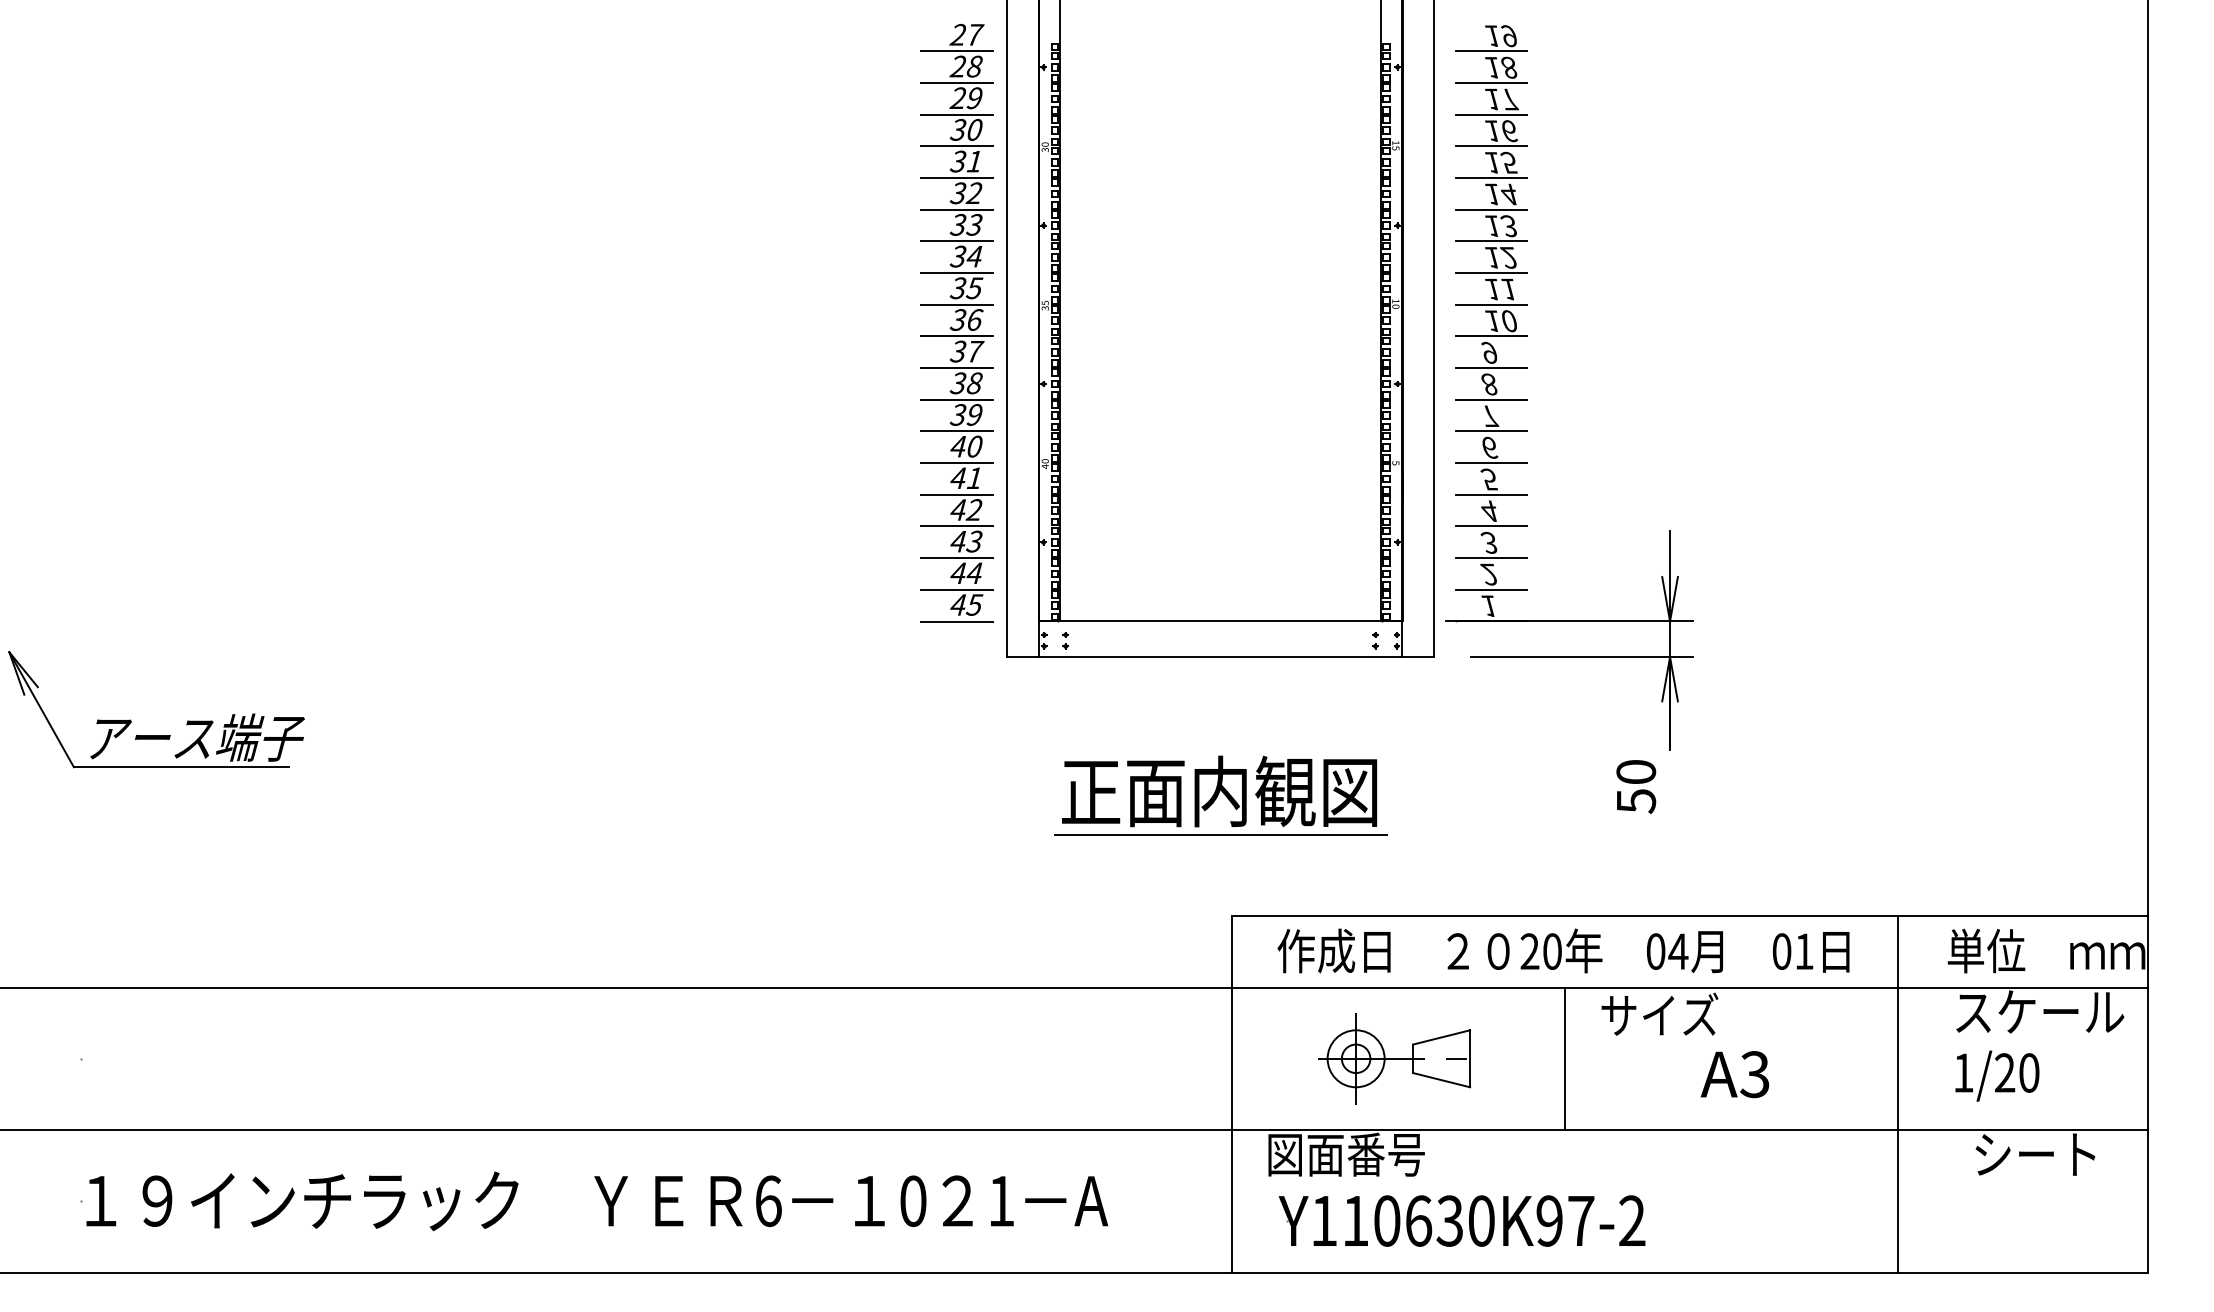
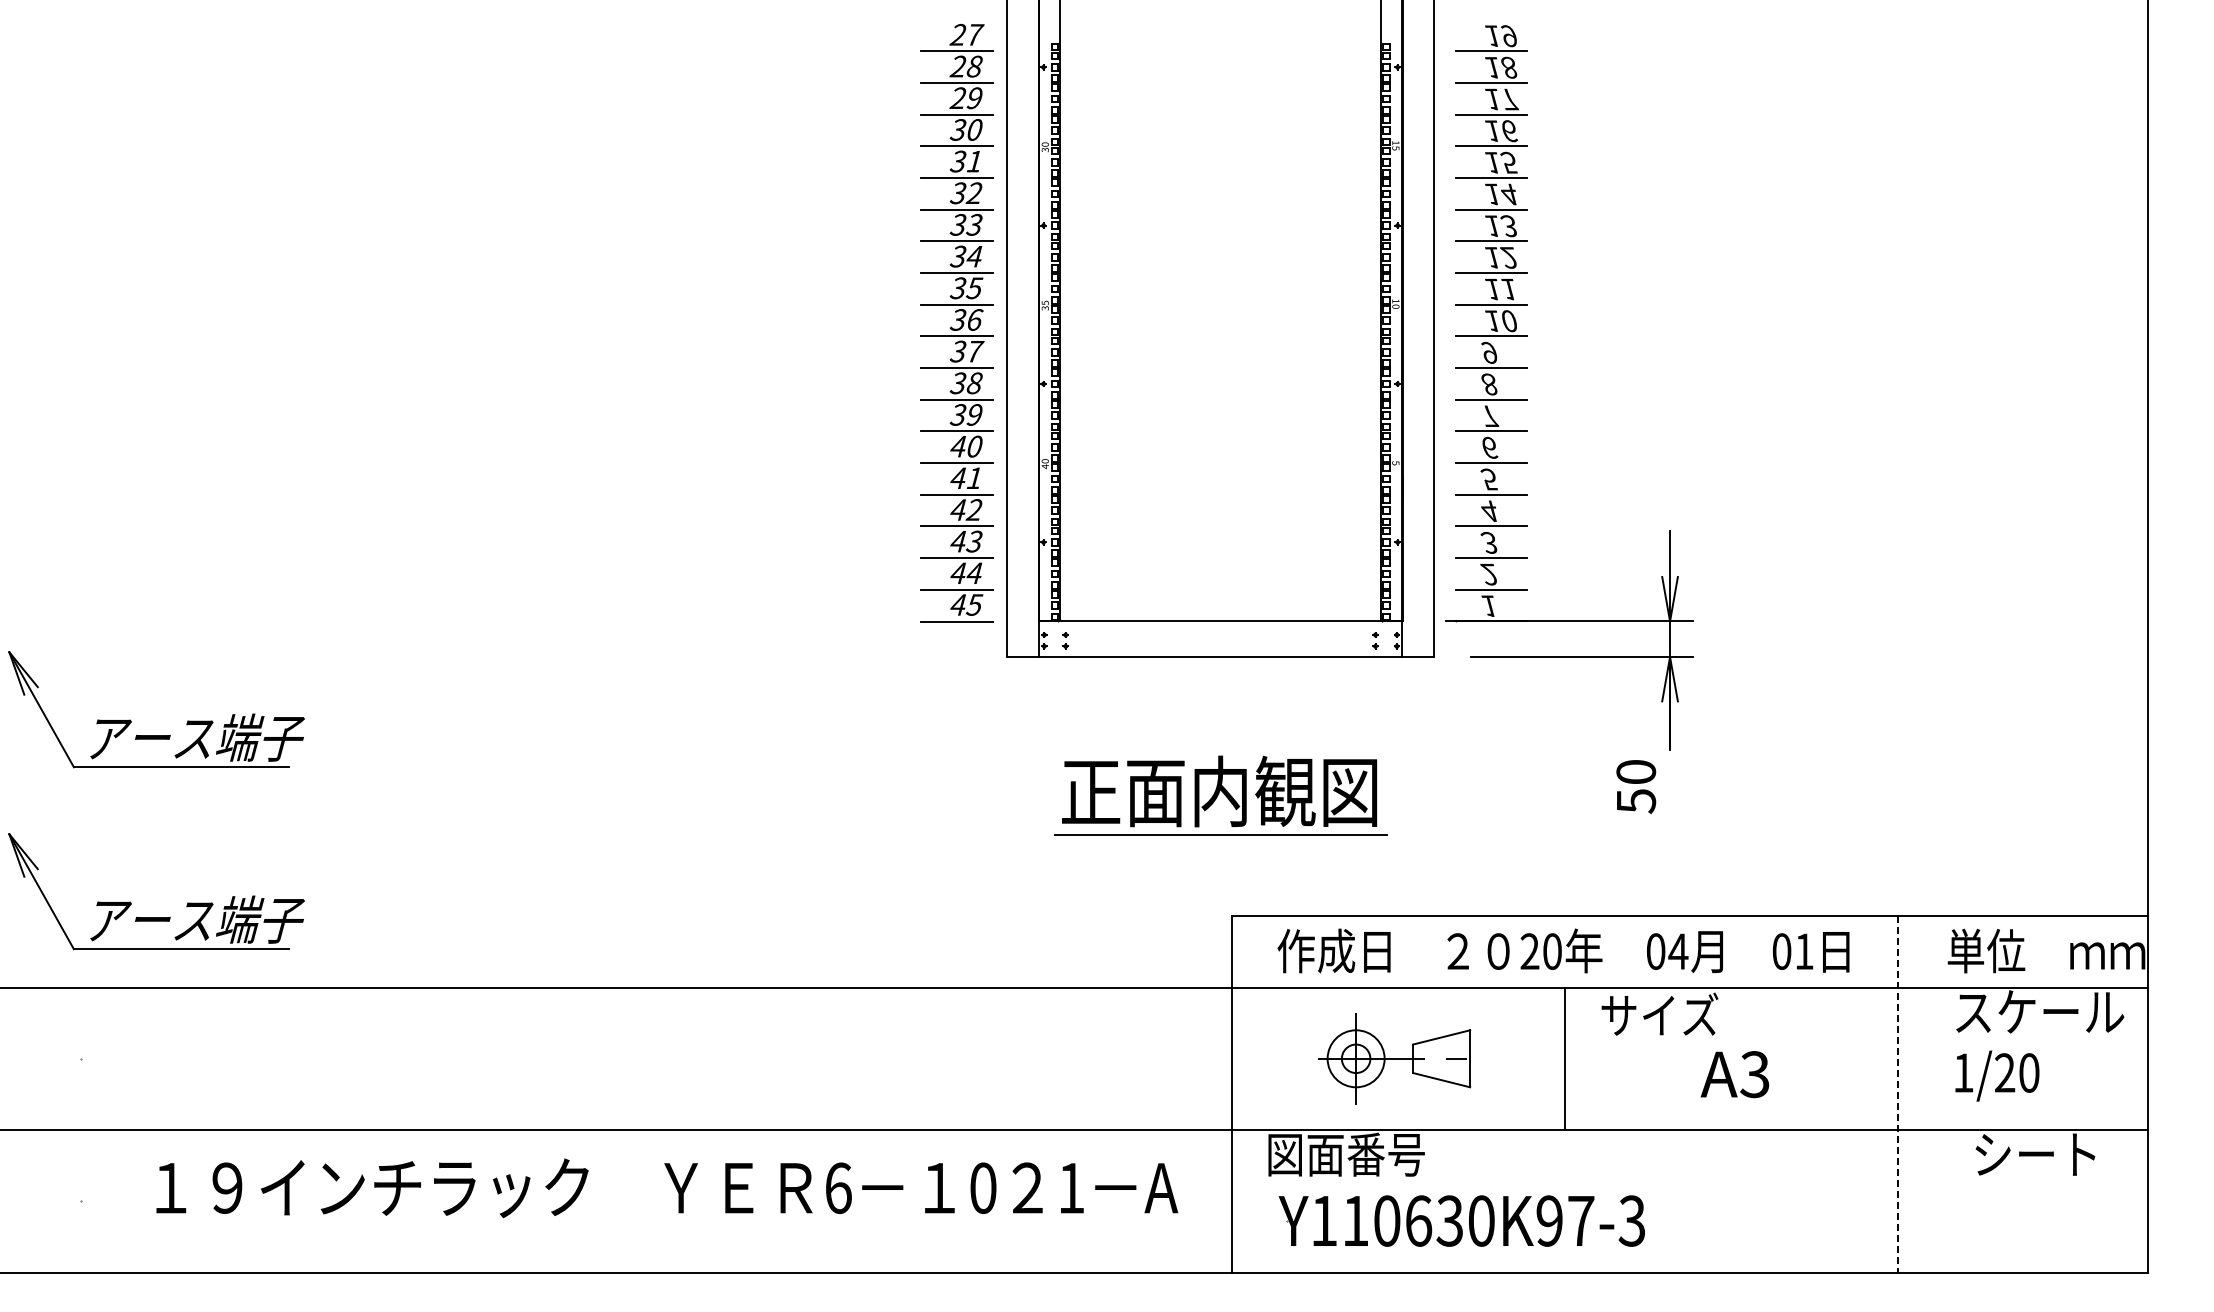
part at (156, 917): none -> present
line at (1898, 1094): solid -> dashed
text at (597, 1201) position: (597, 1201) -> (667, 1188)
text at (1631, 1220): Y110630K97-2 -> Y110630K97-3
